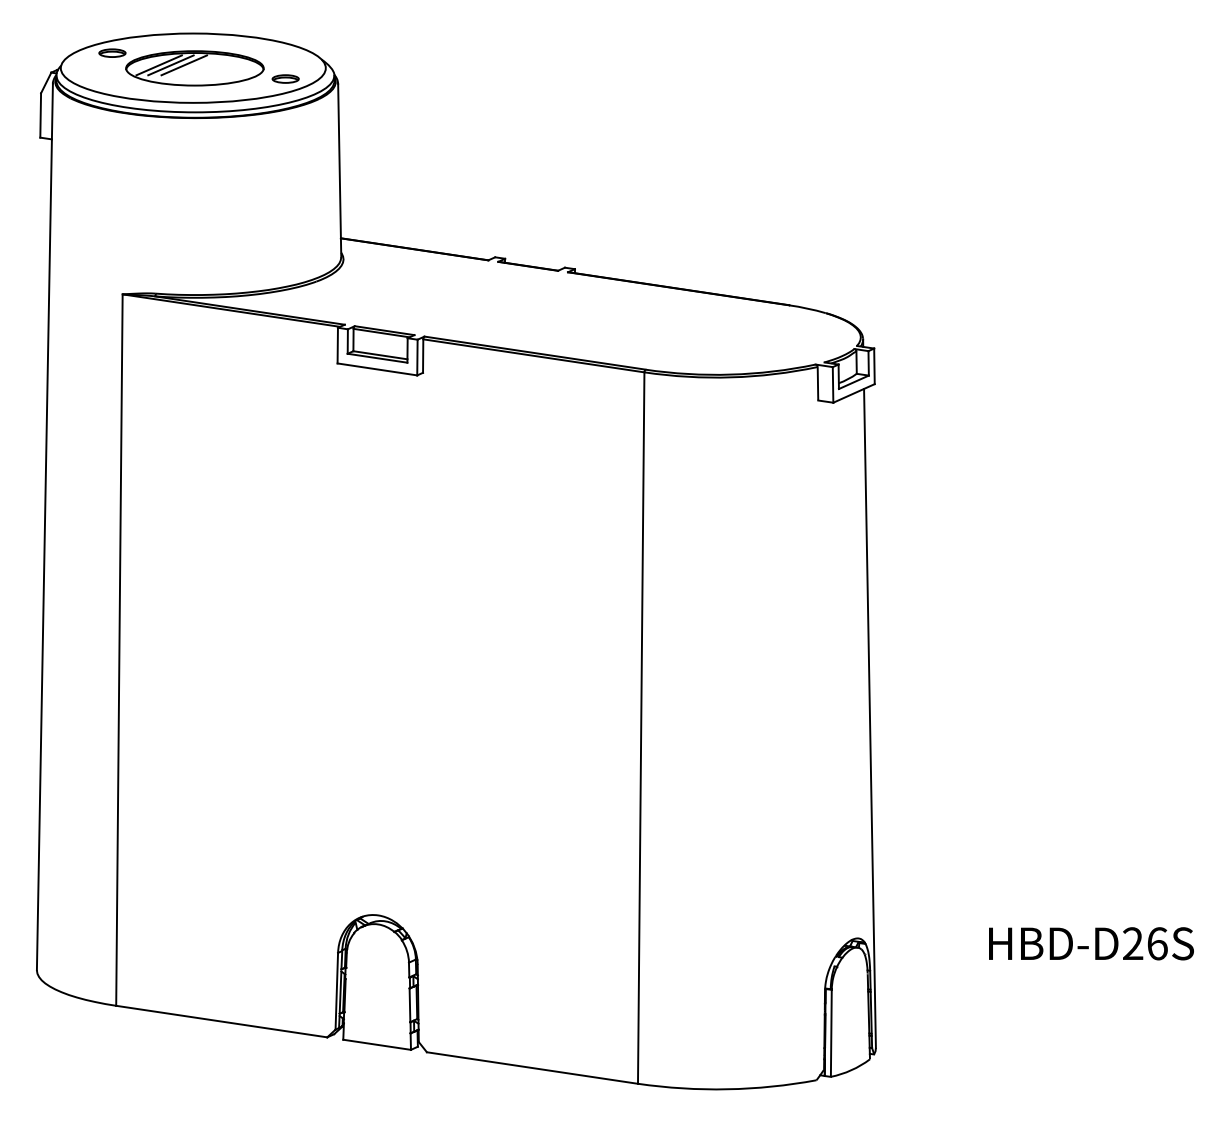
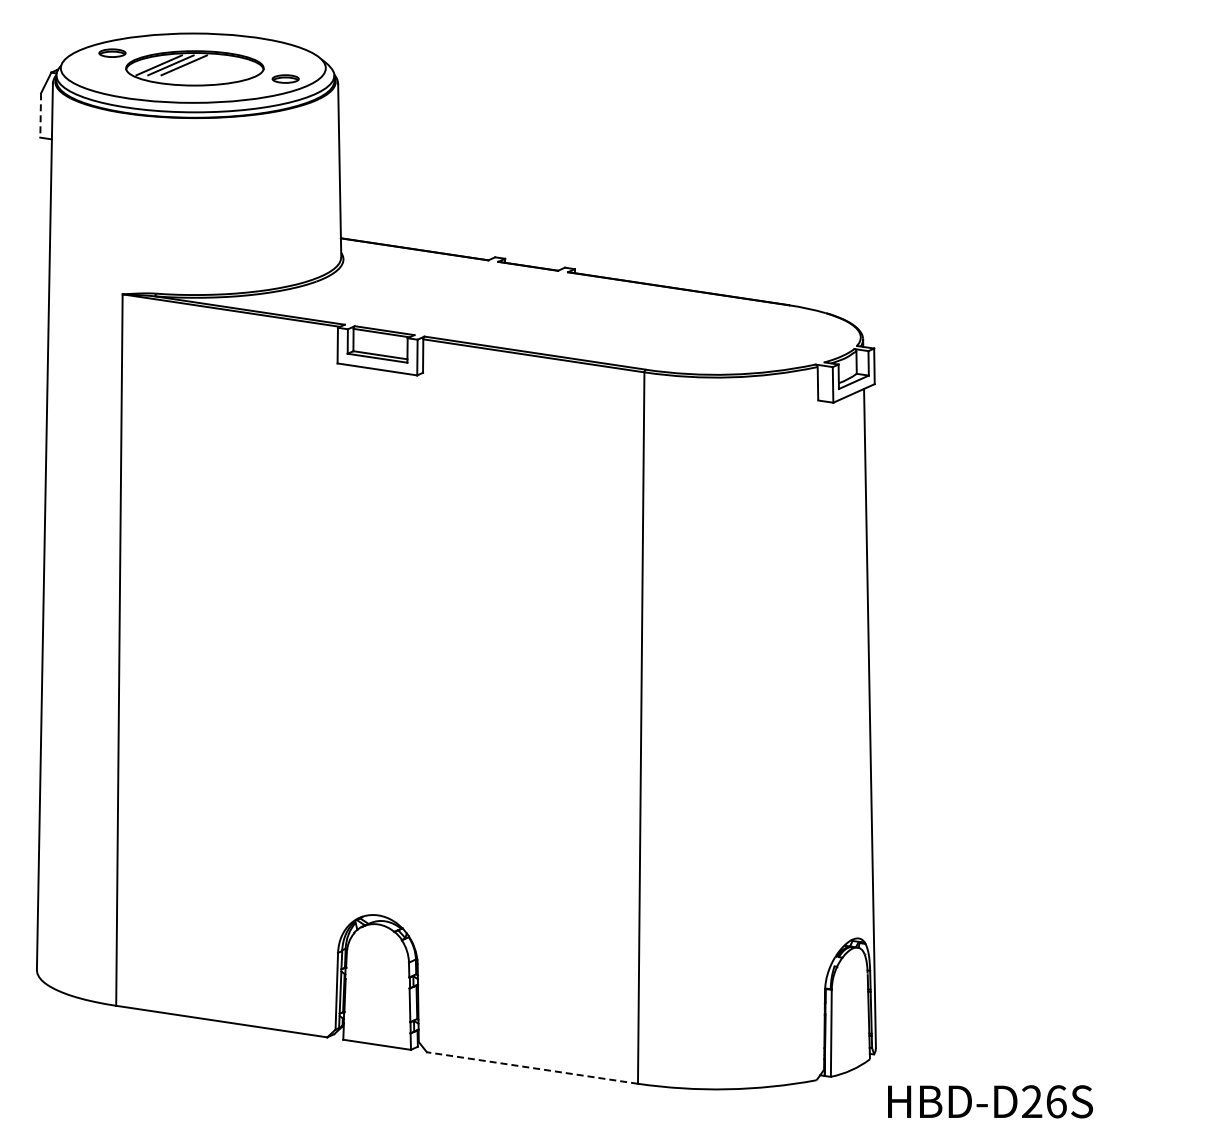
line at (40, 115): solid -> dashed
text at (1091, 943) position: (1091, 943) -> (990, 1101)
line at (532, 1068): solid -> dashed
